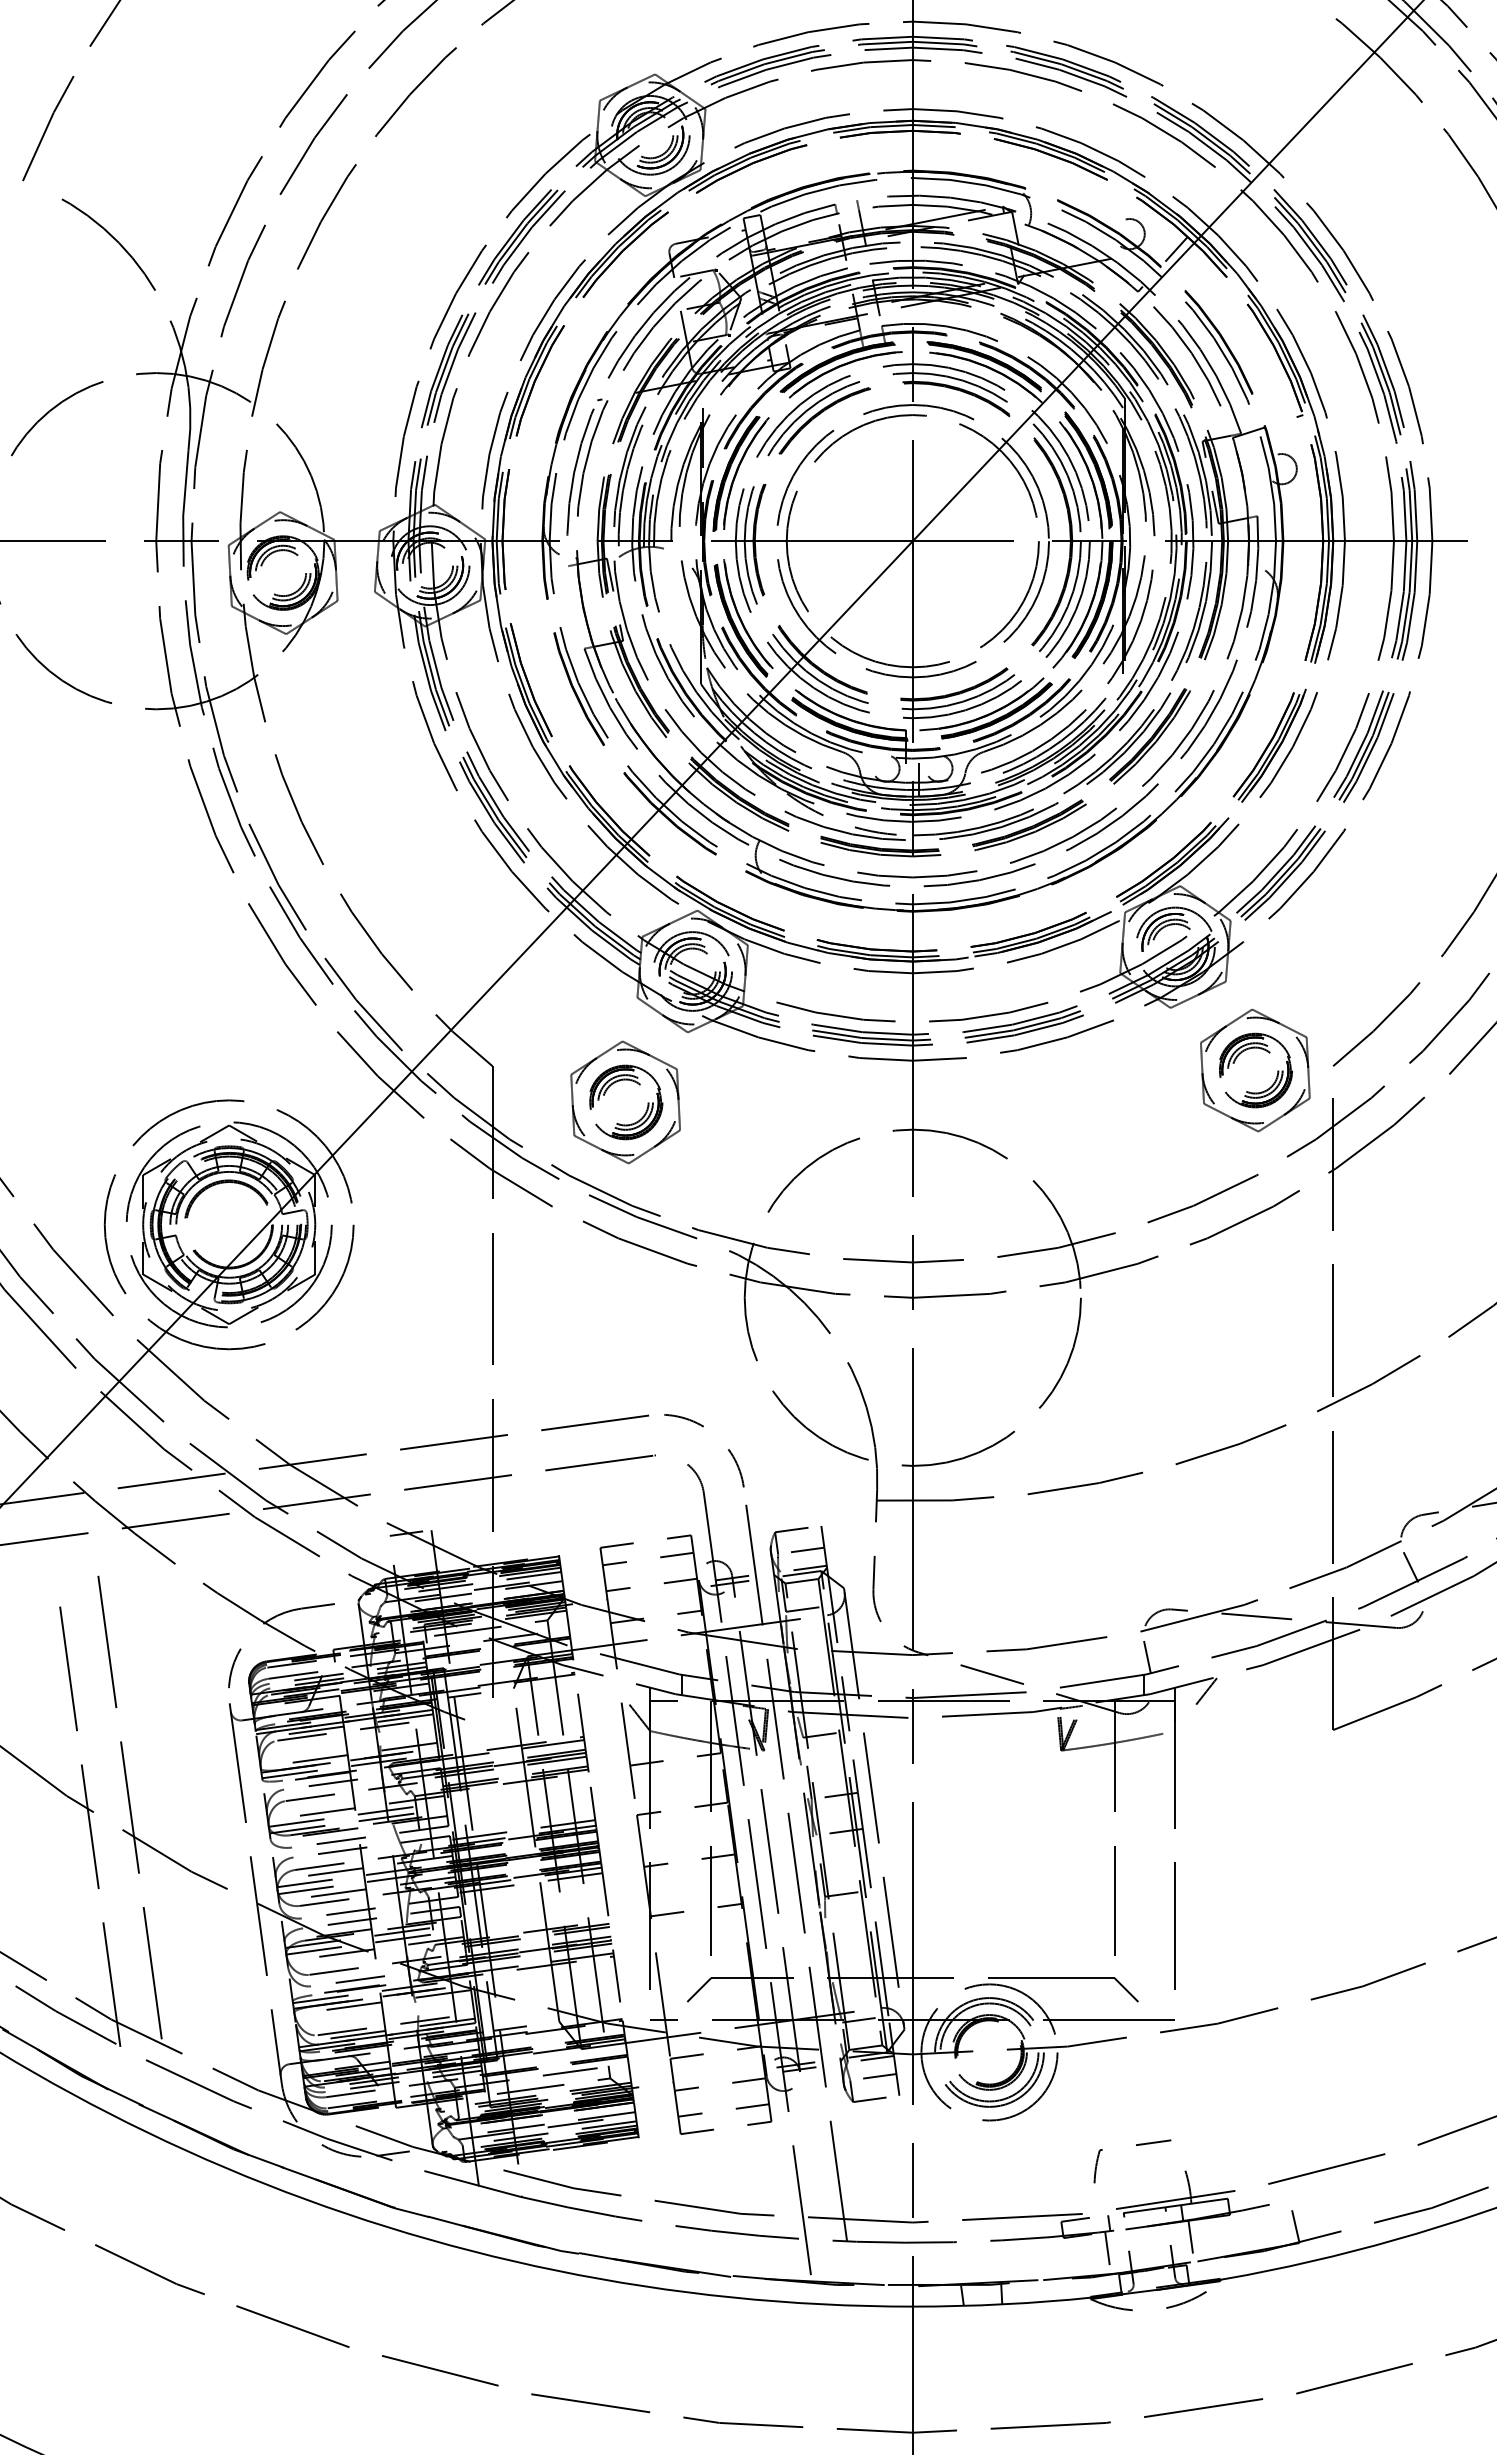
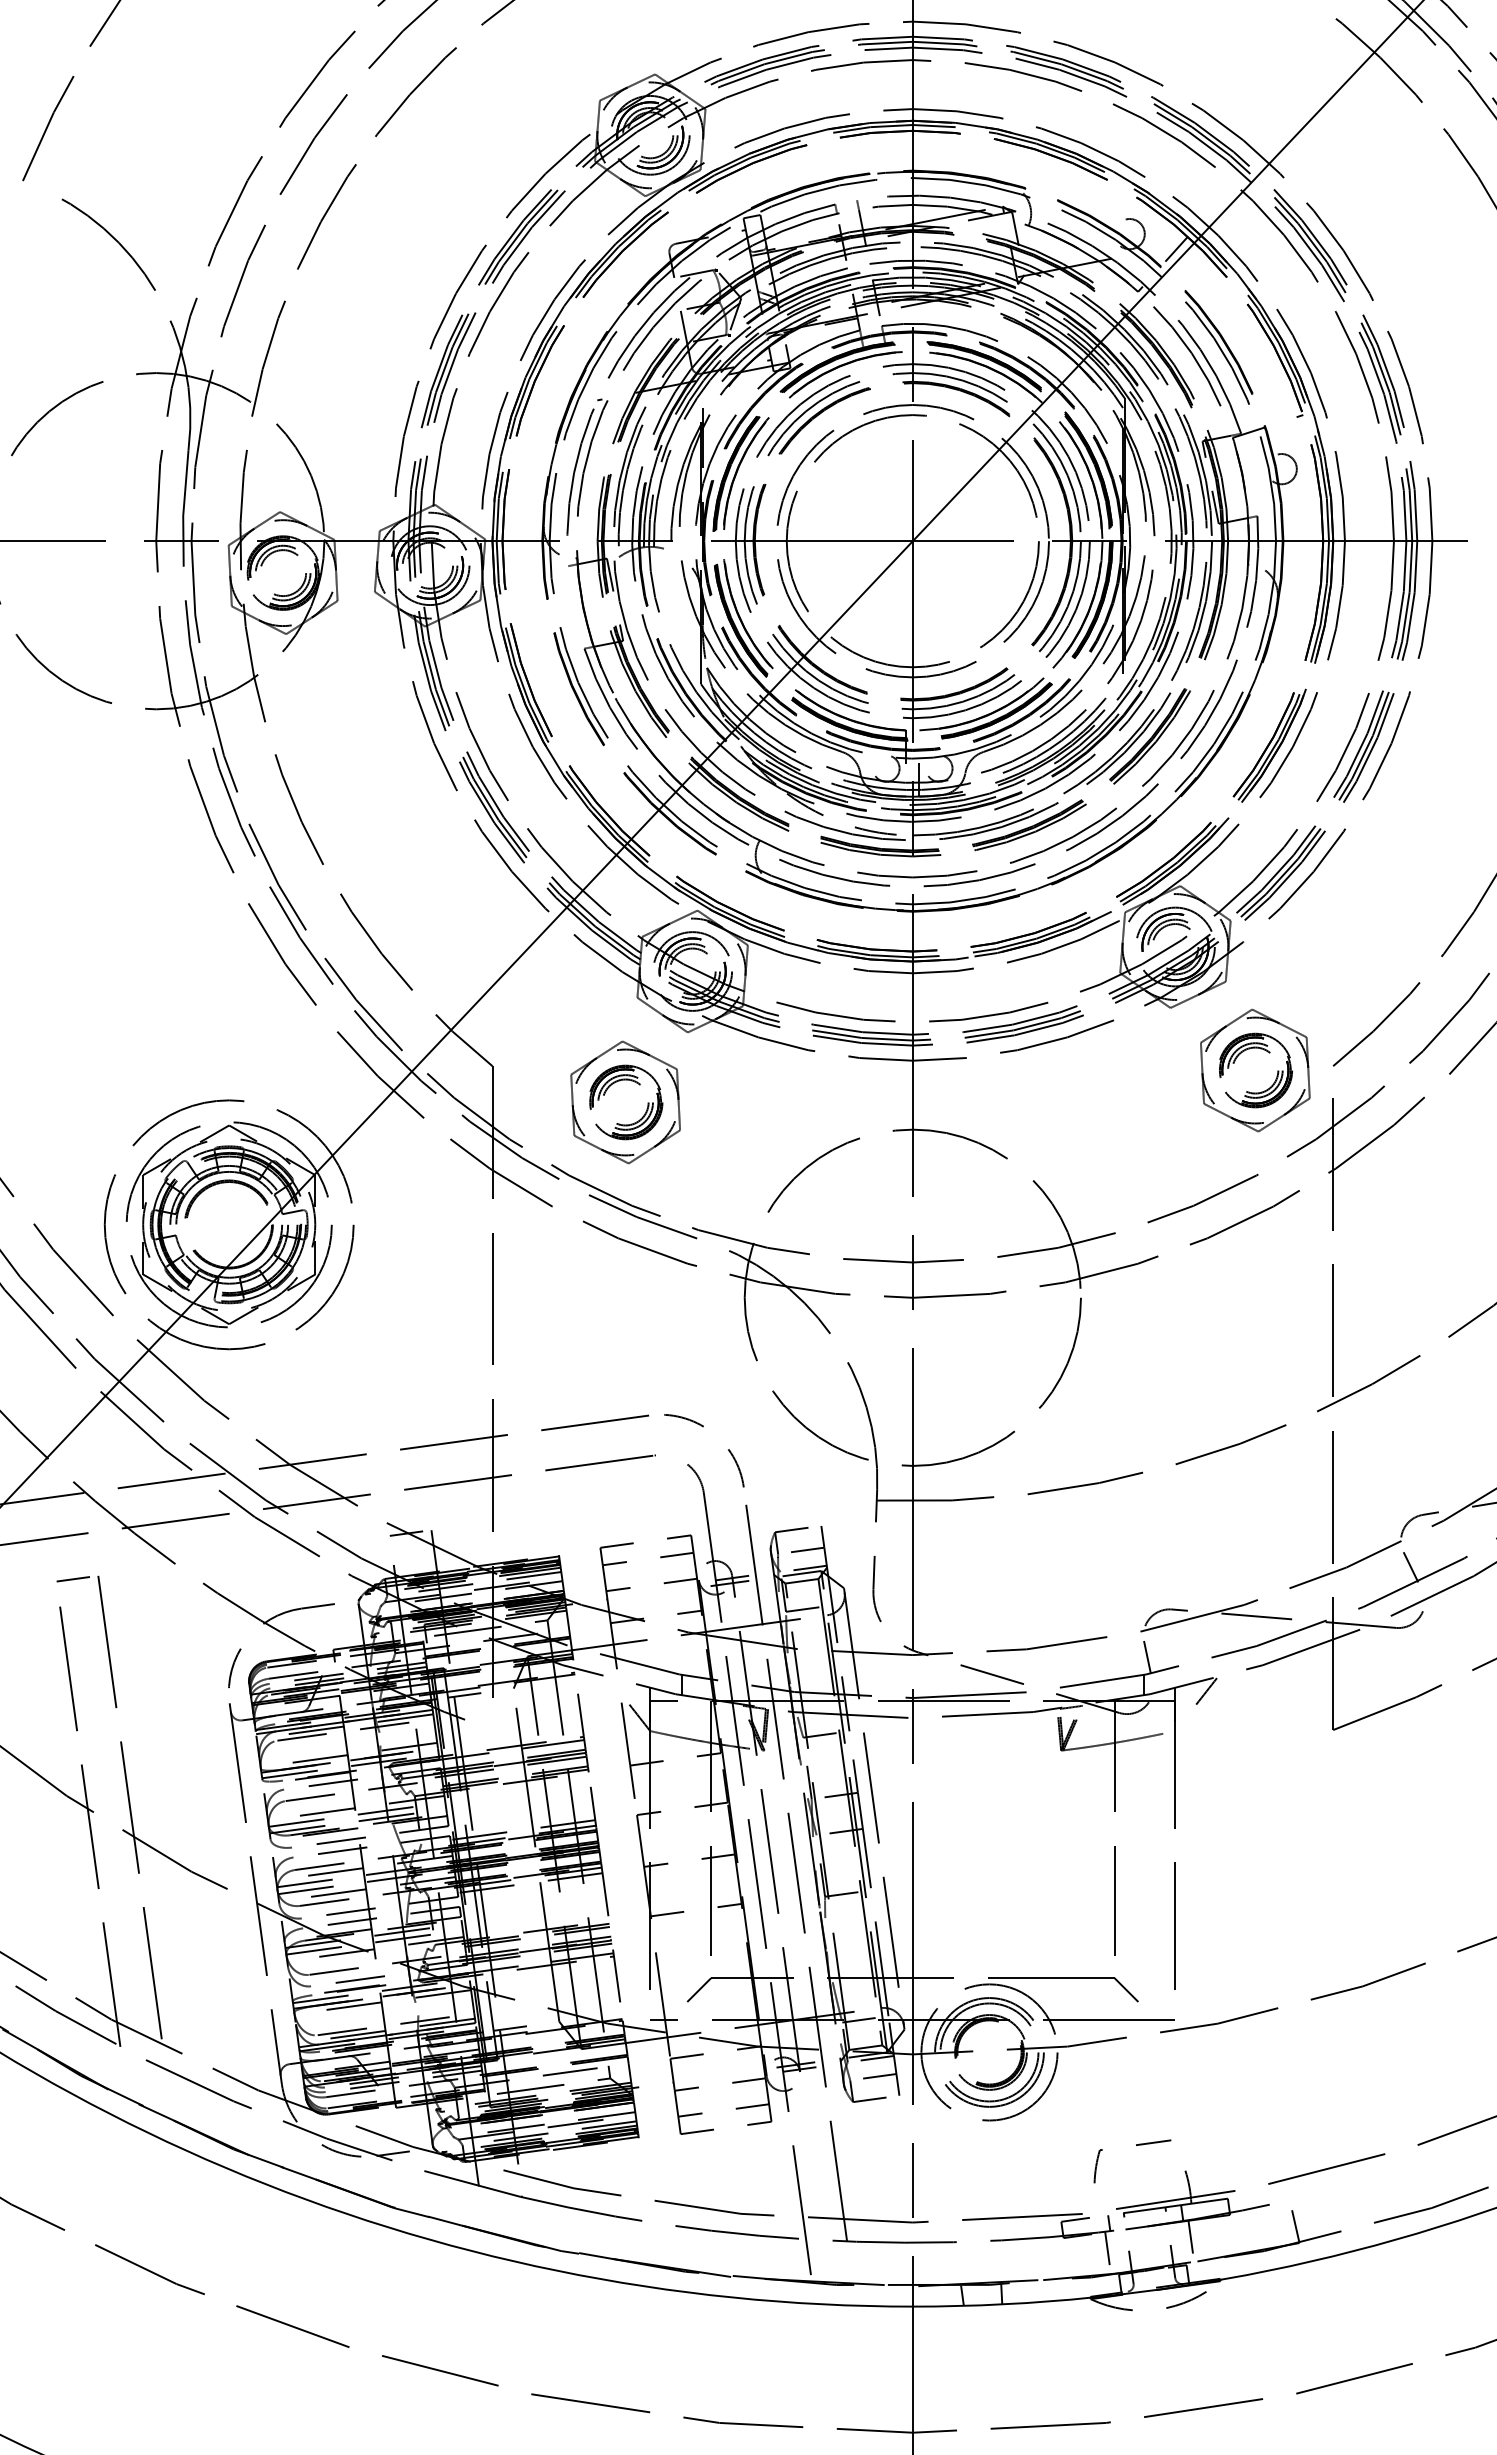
line at (72, 1579): none -> present
